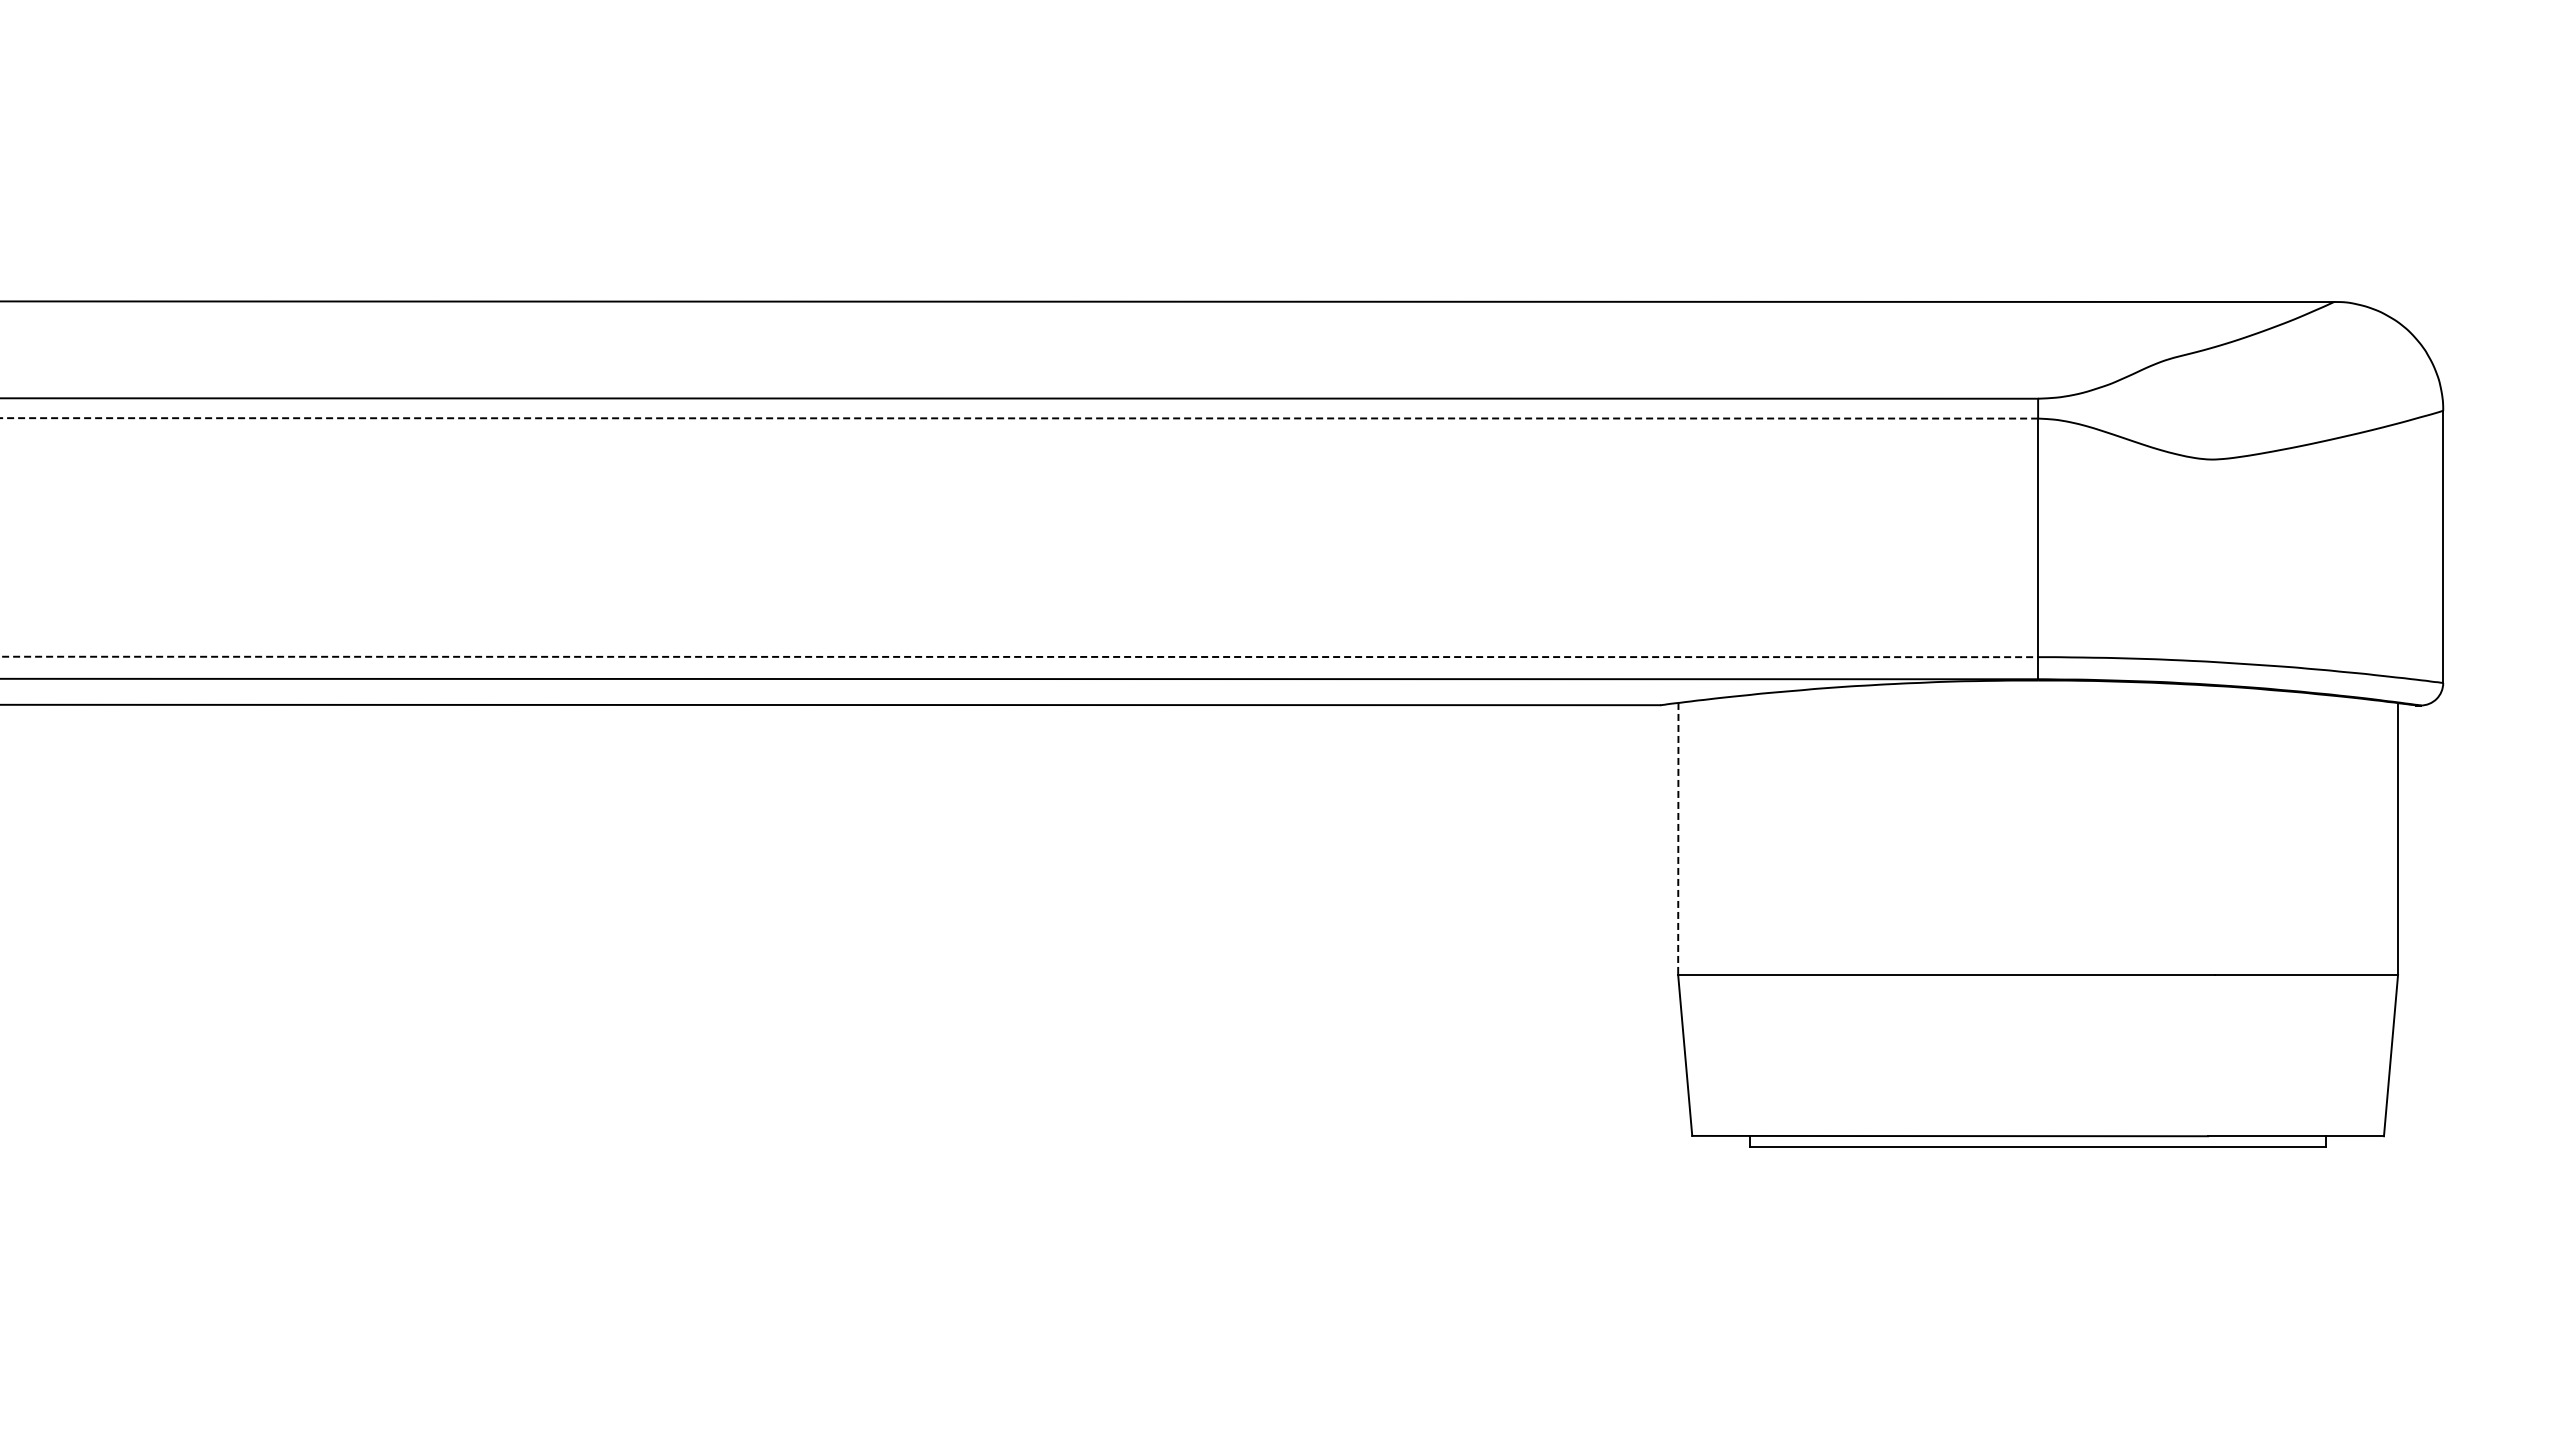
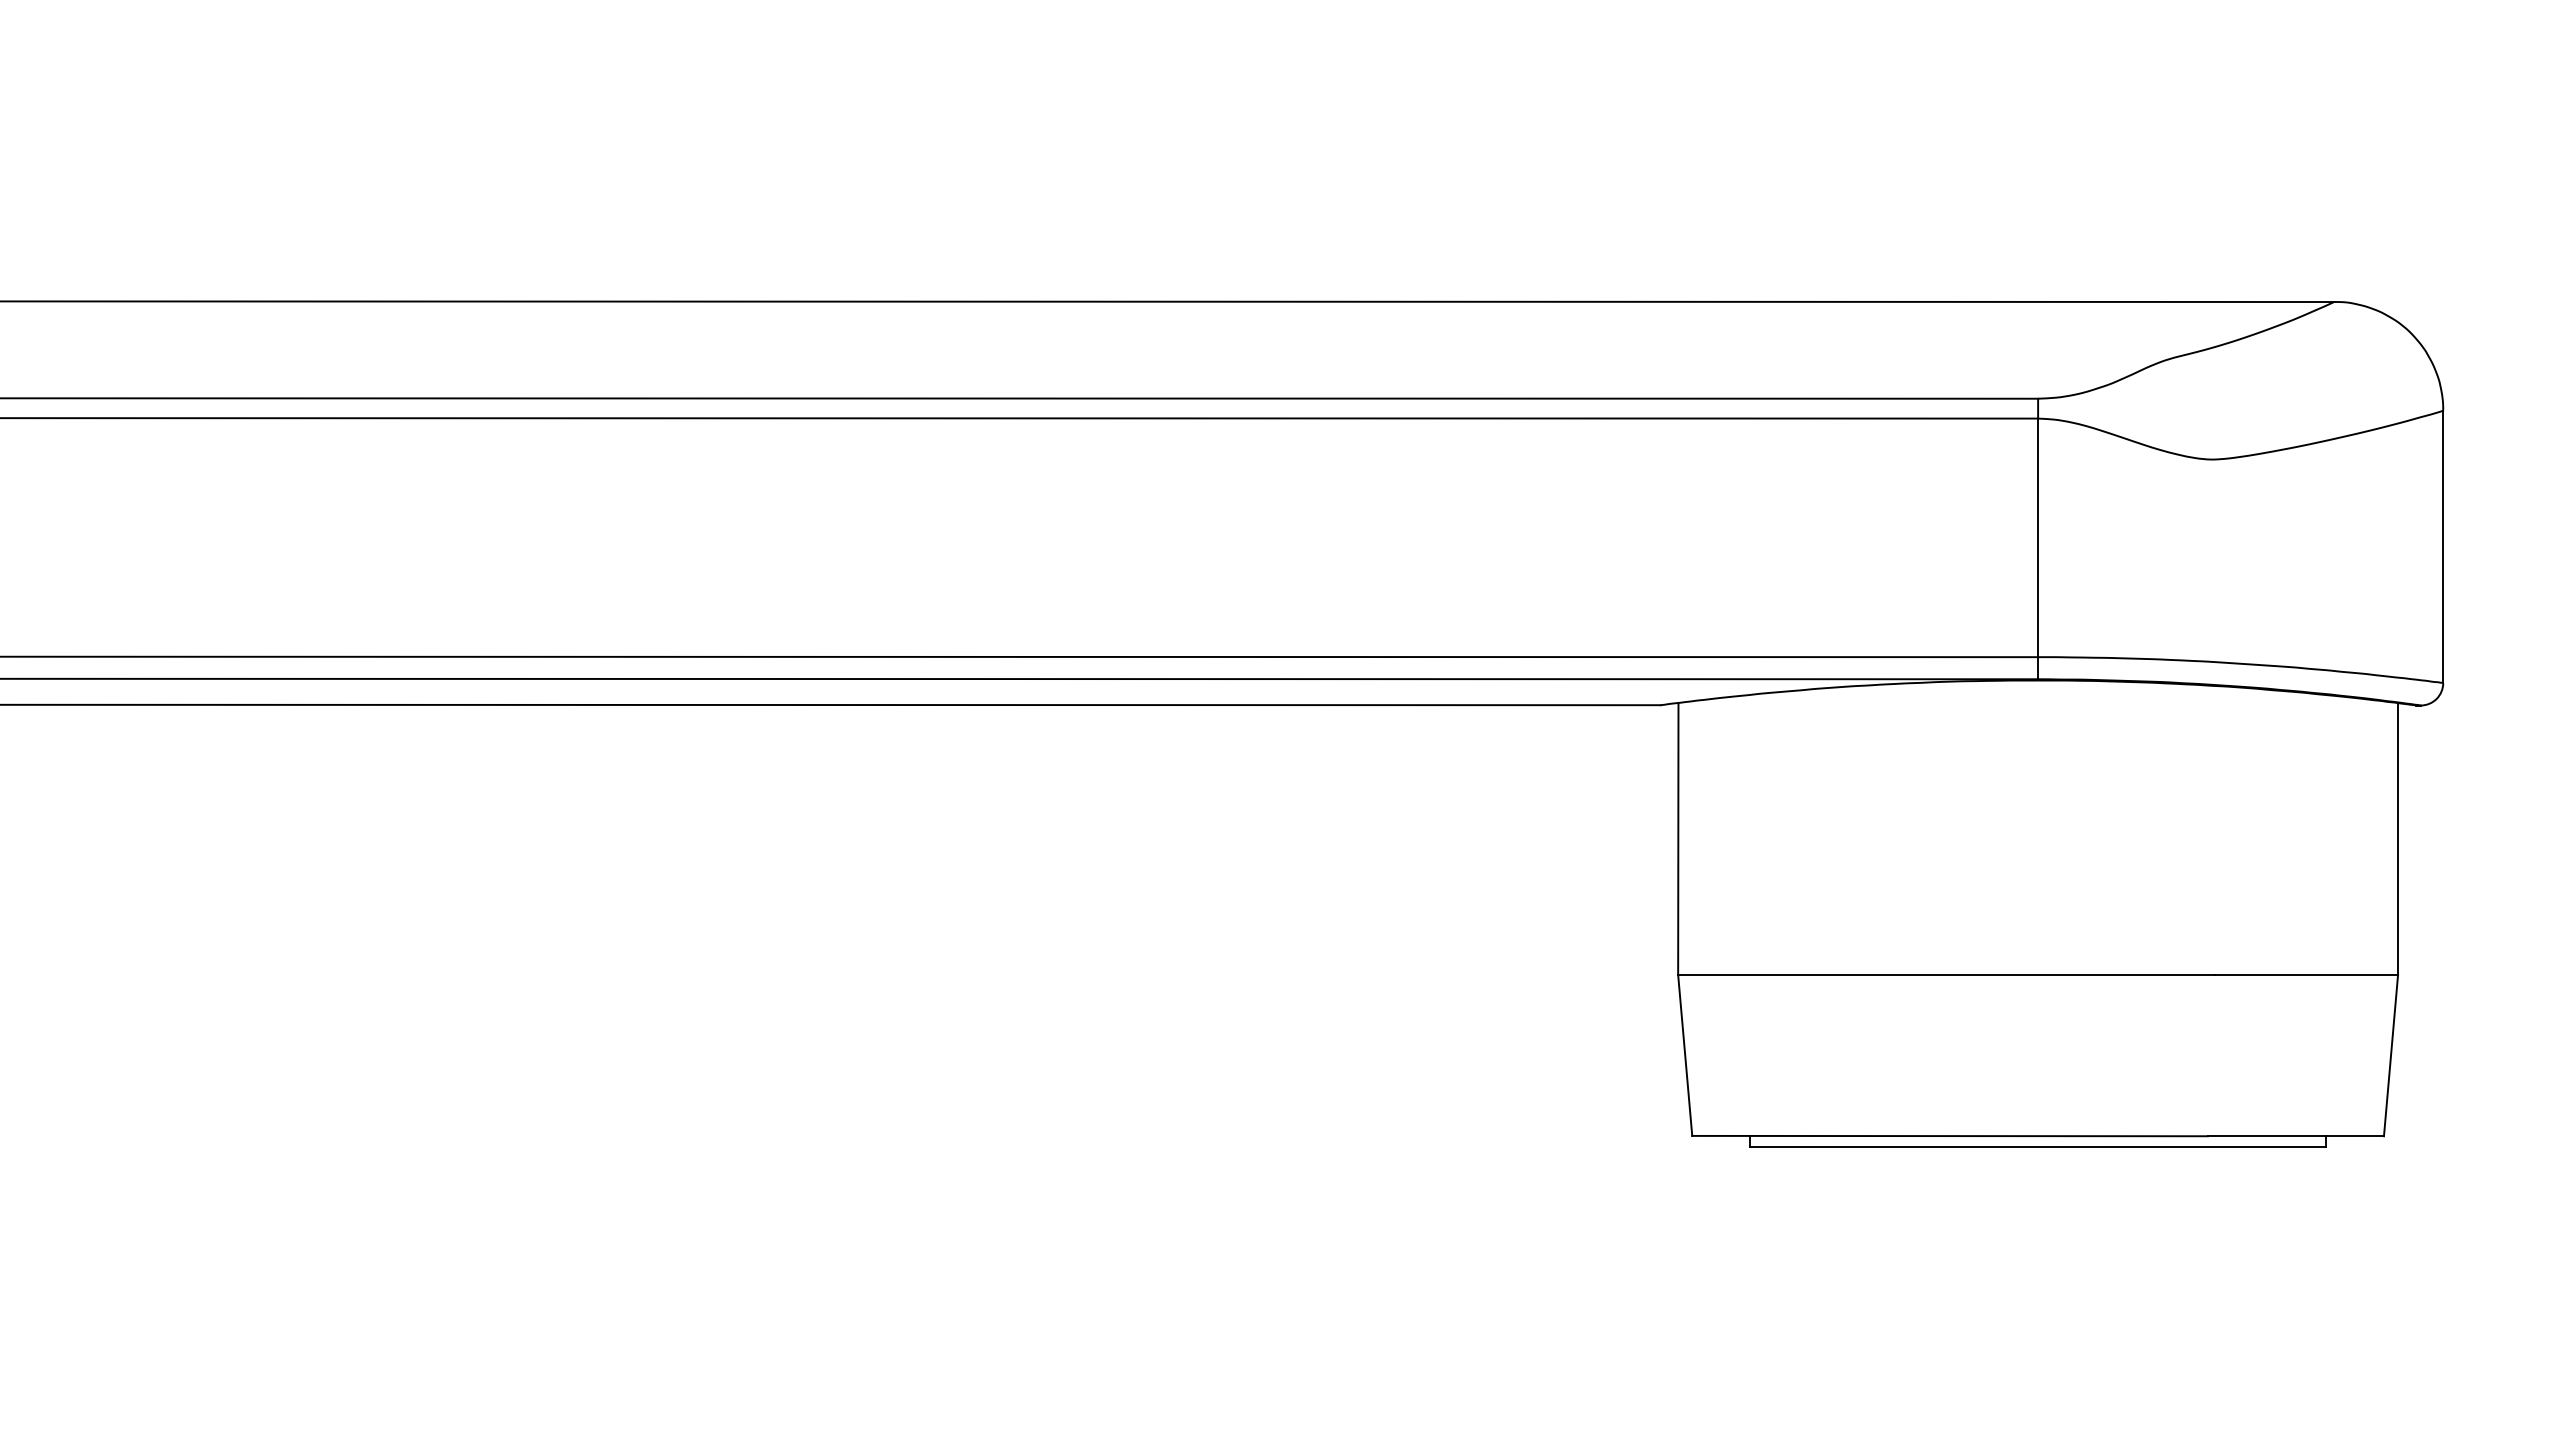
line at (1019, 418): dashed -> solid
line at (1019, 656): dashed -> solid
line at (1678, 838): dashed -> solid
